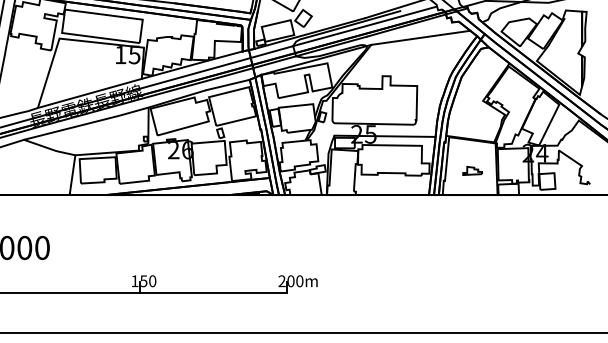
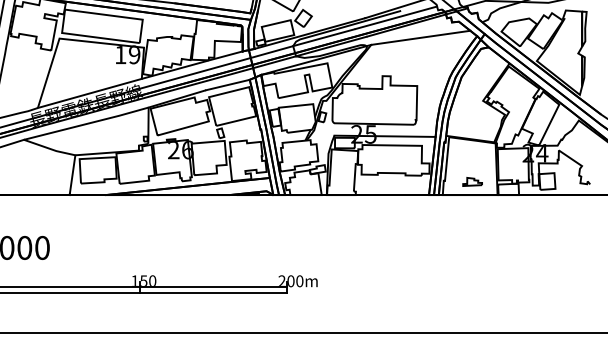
text at (134, 54): 15 -> 19
part at (472, 170) position: (472, 170) -> (472, 181)
line at (144, 287): none -> present
